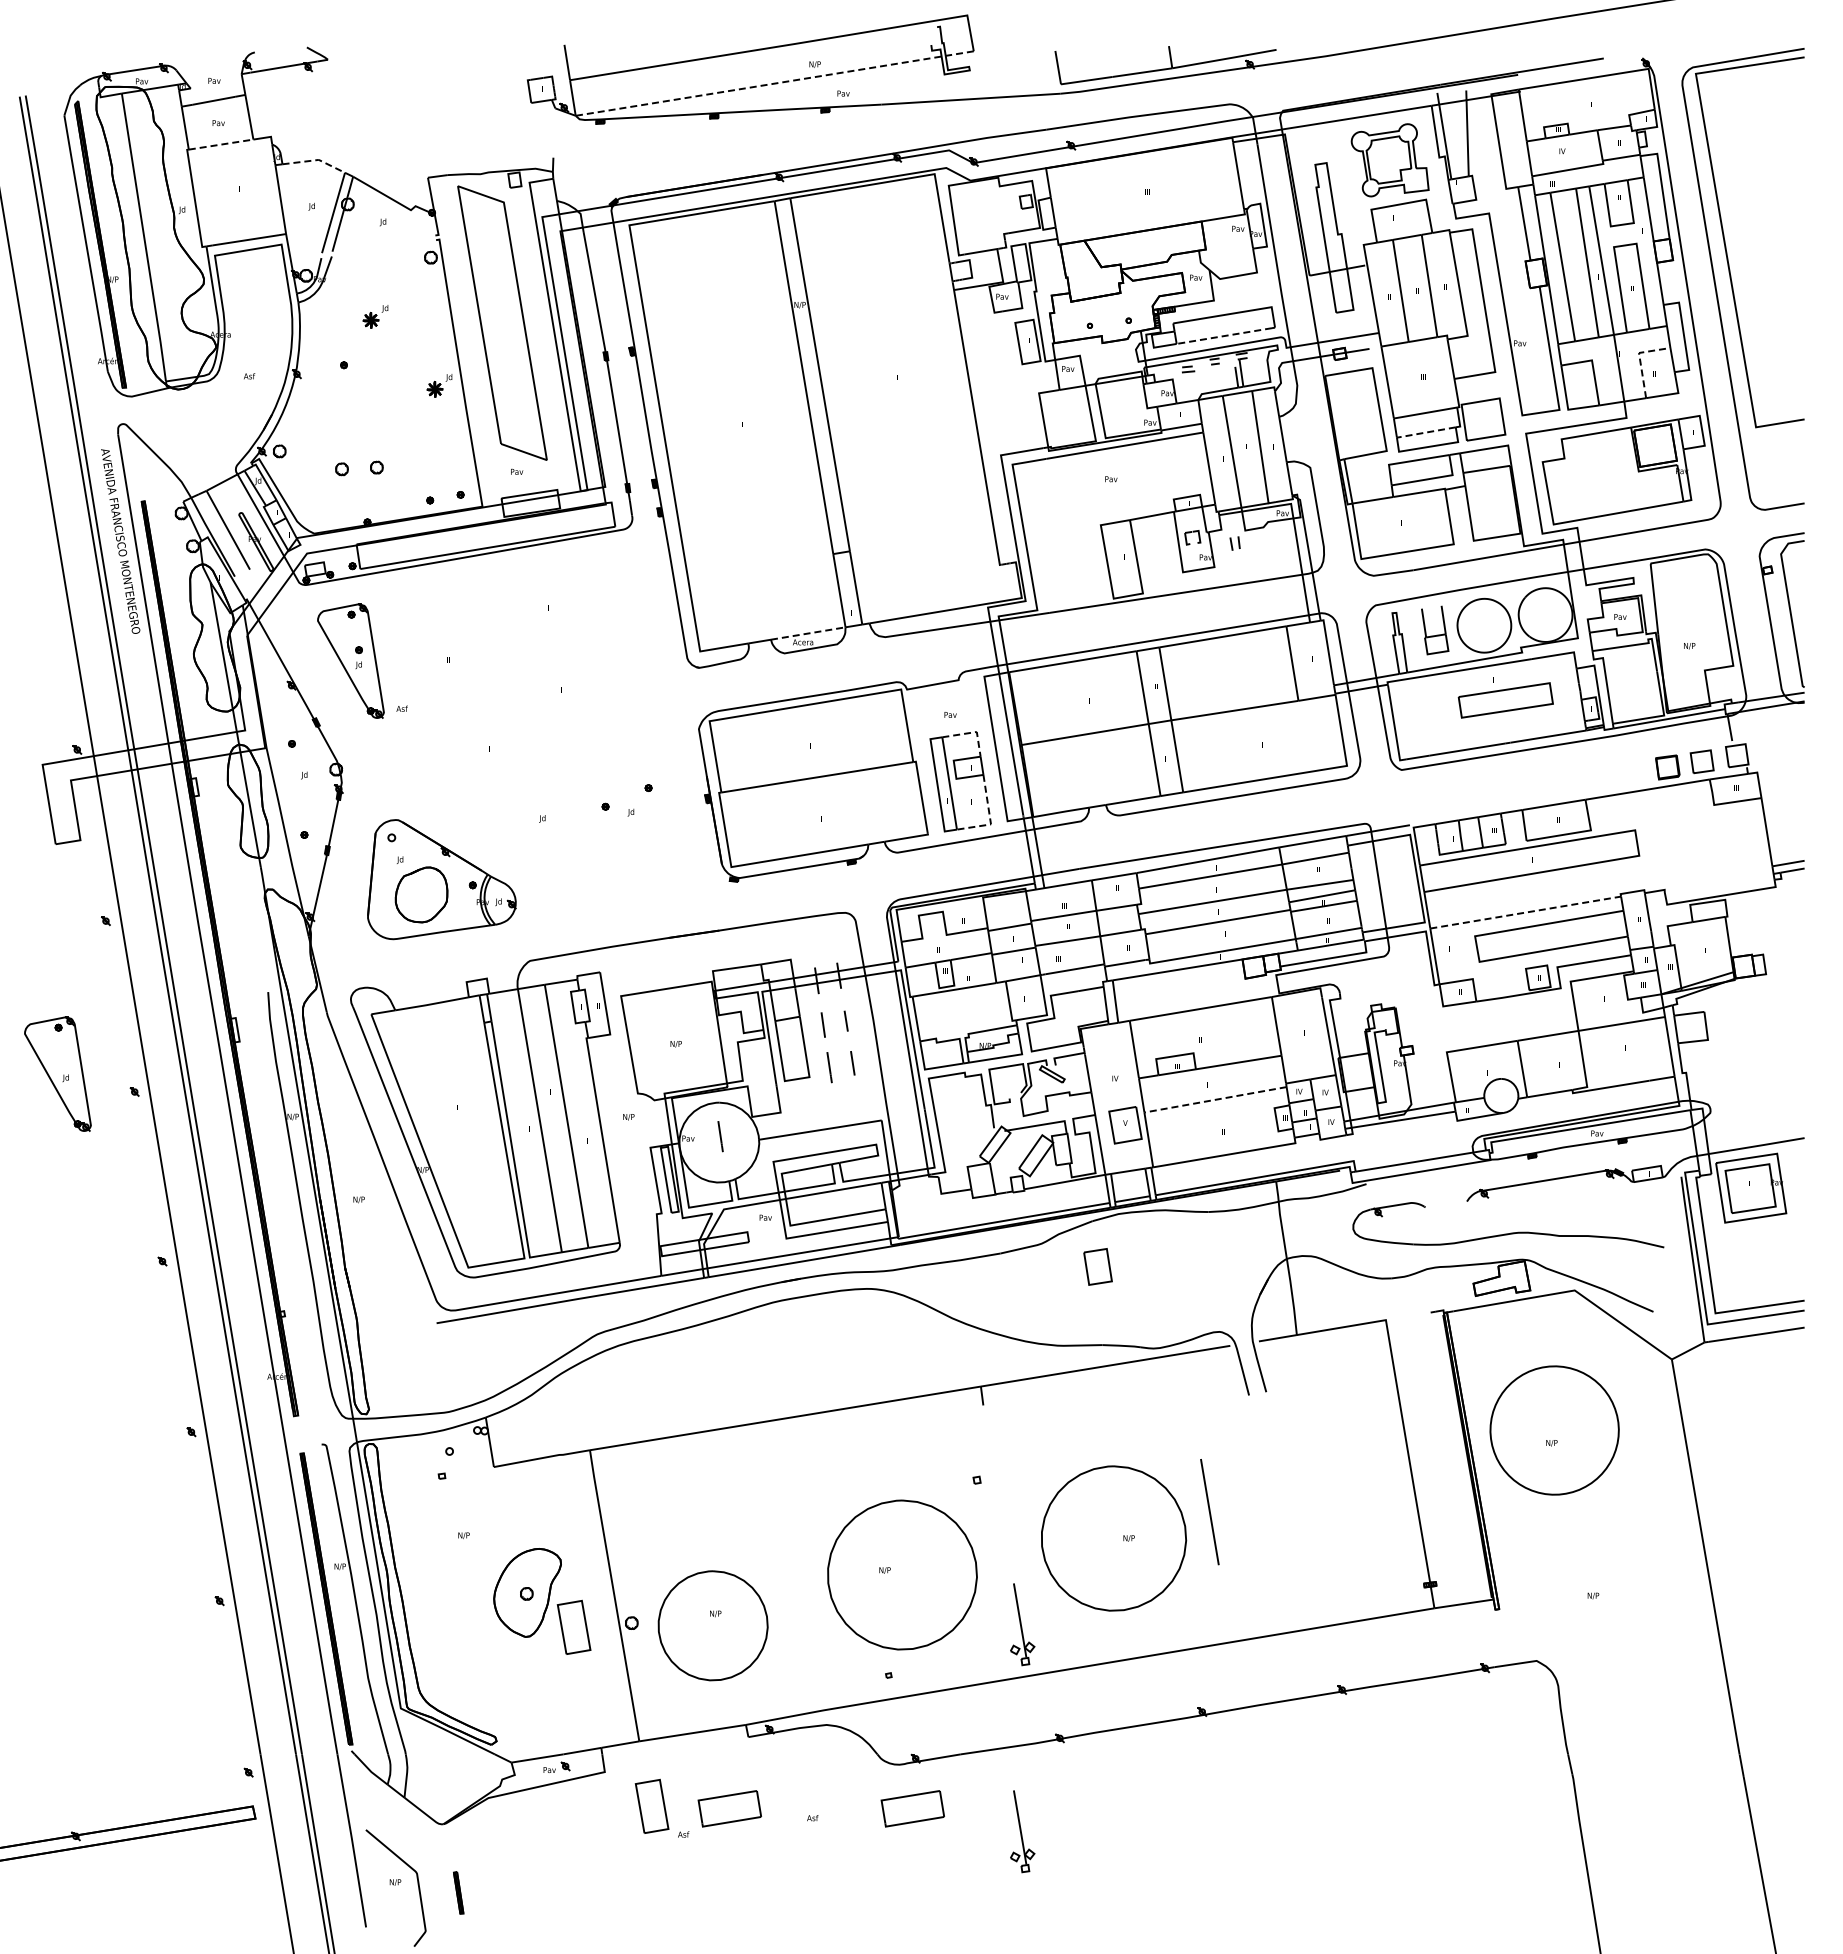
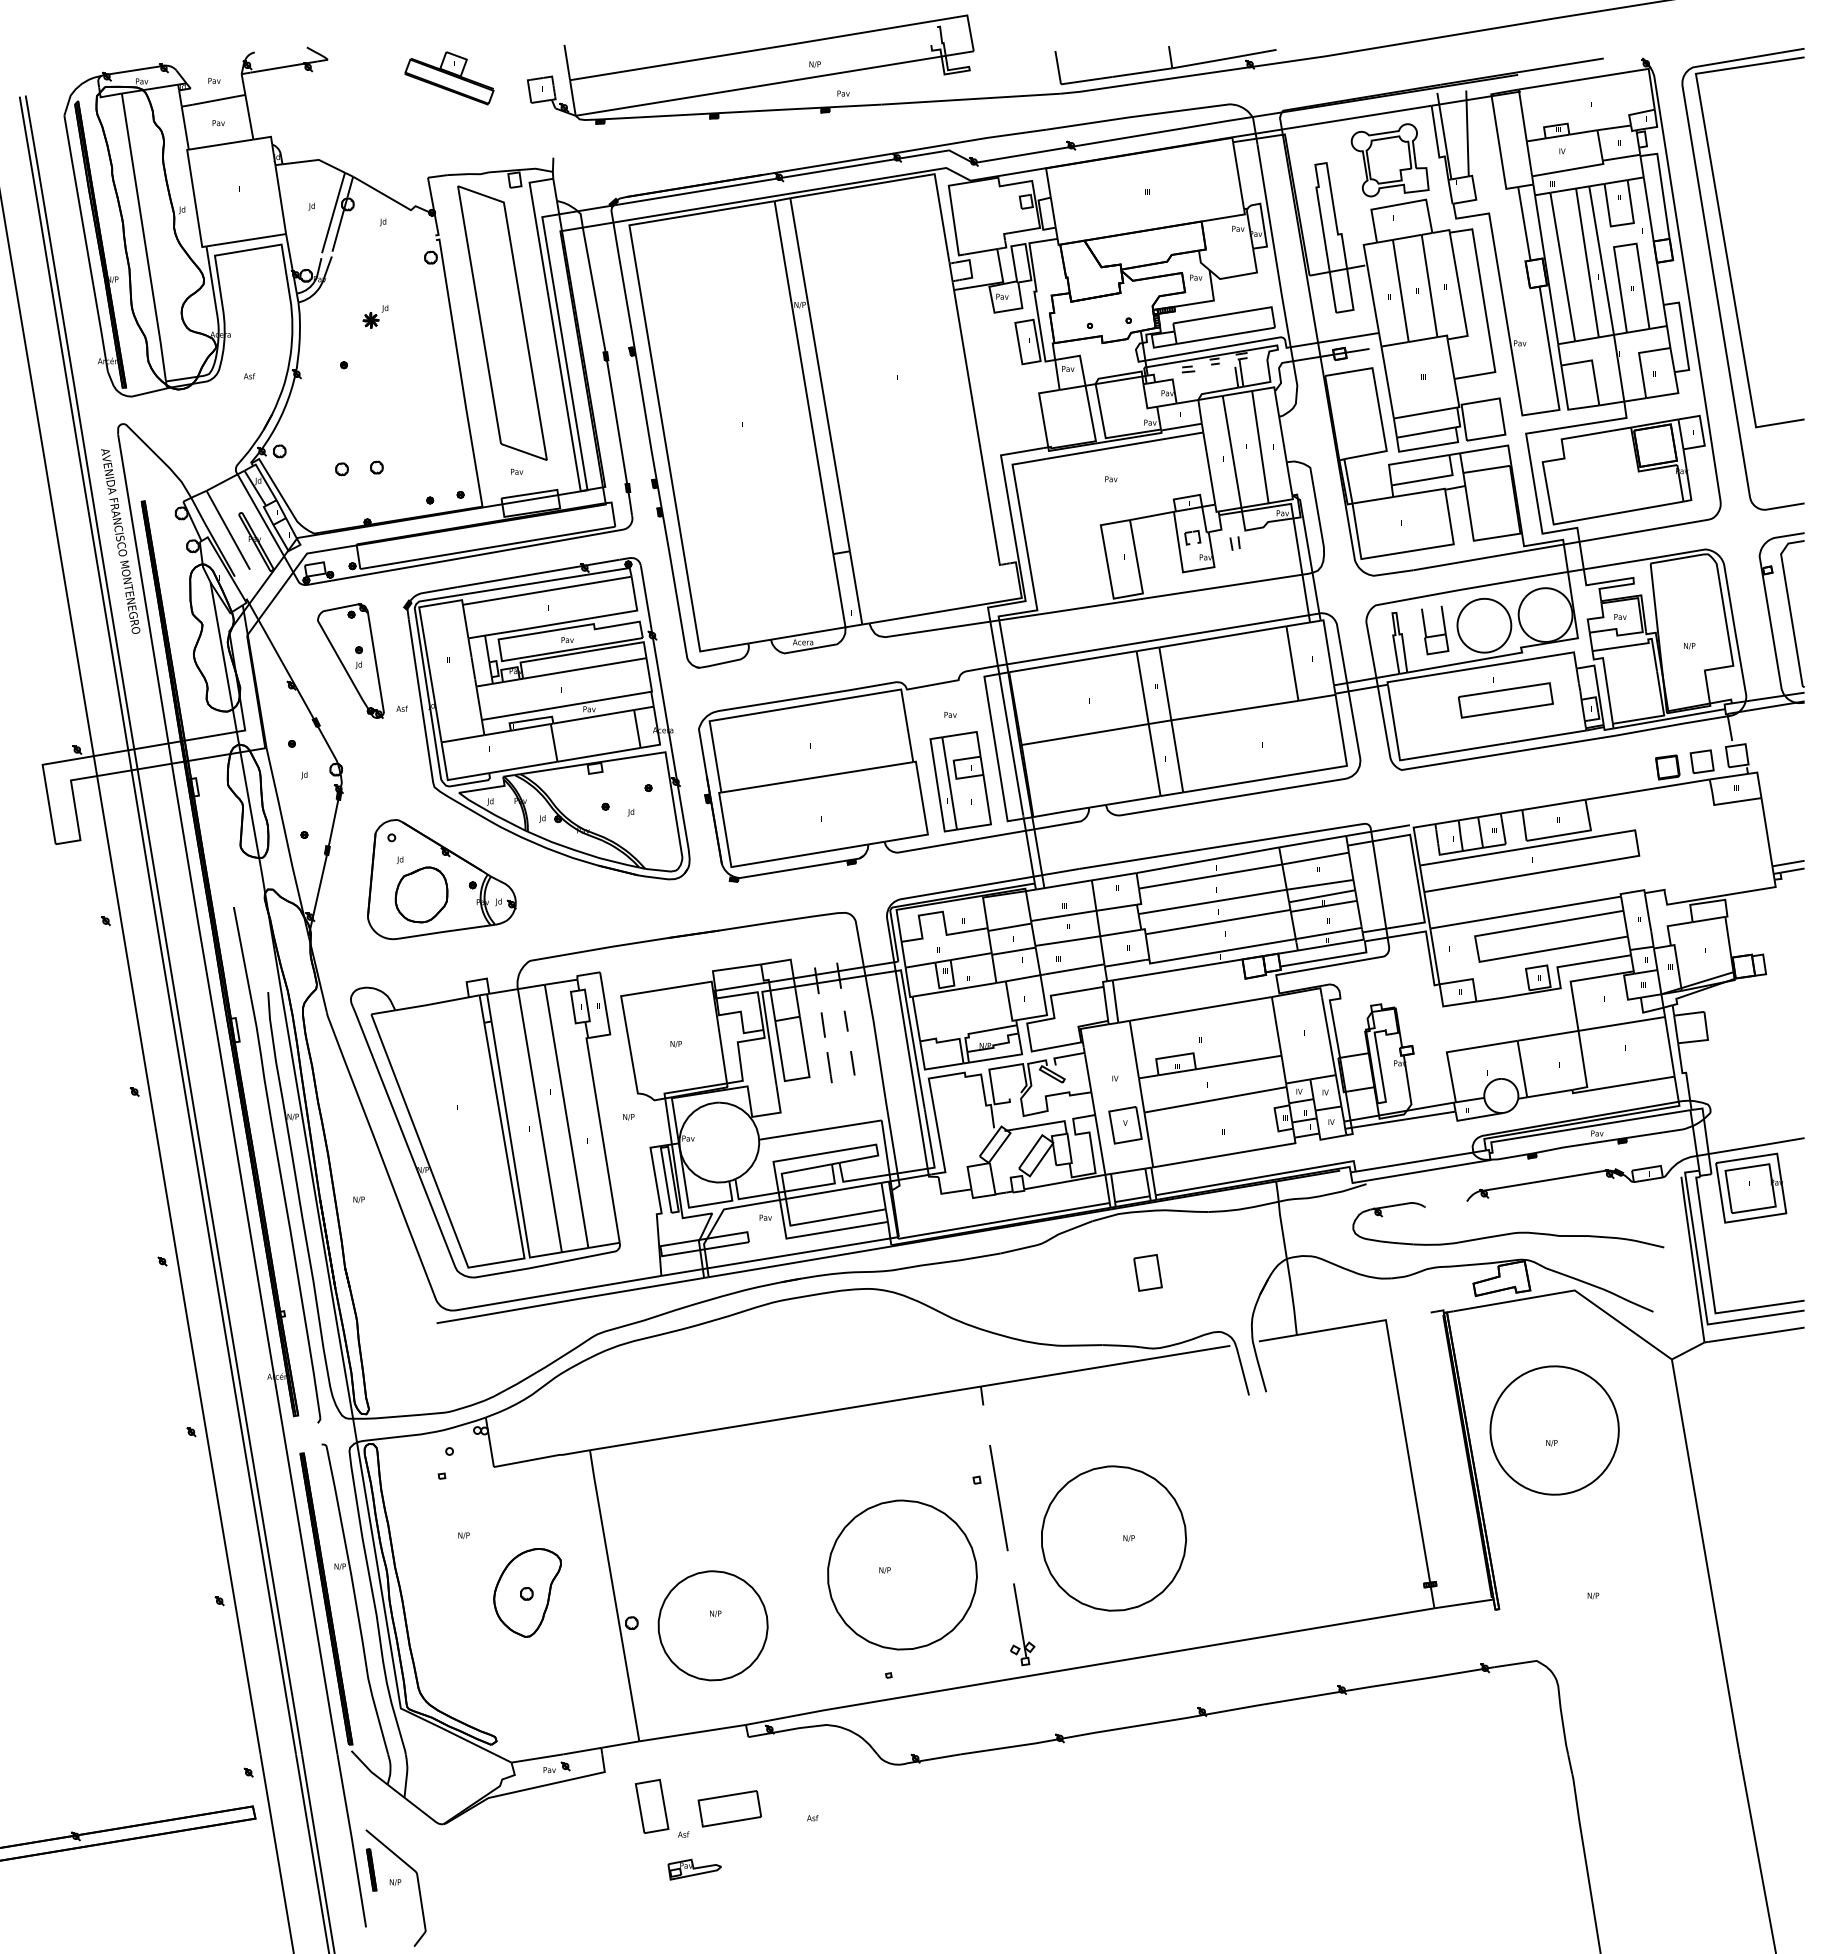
part at (449, 78): none -> present
line at (774, 83): dashed -> solid
line at (221, 144): dashed -> solid
line at (315, 160): dashed -> solid
line at (1223, 336): dashed -> solid
line at (1639, 358): dashed -> solid
part at (439, 385): present -> none
line at (1426, 432): dashed -> solid
line at (808, 633): dashed -> solid
part at (546, 718): none -> present
line at (972, 732): dashed -> solid
line at (989, 817): dashed -> solid
line at (1525, 912): dashed -> solid
part at (57, 1073): present -> none
line at (1215, 1099): dashed -> solid
line at (720, 1136): present -> none
curve at (278, 1165): none -> present
part at (1097, 1266) position: (1097, 1266) -> (1147, 1272)
line at (1209, 1512) position: (1209, 1512) -> (998, 1498)
part at (573, 1626): present -> none
part at (912, 1808): present -> none
part at (1022, 1831): present -> none
part at (694, 1869): none -> present
part at (458, 1892) position: (458, 1892) -> (371, 1869)
